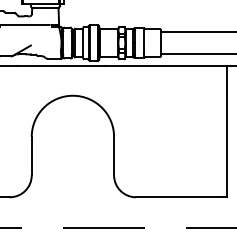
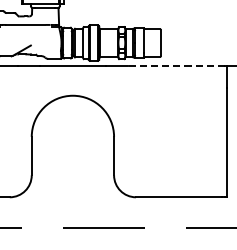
line at (196, 32): present -> none
line at (196, 53): present -> none
line at (175, 65): solid -> dashed
